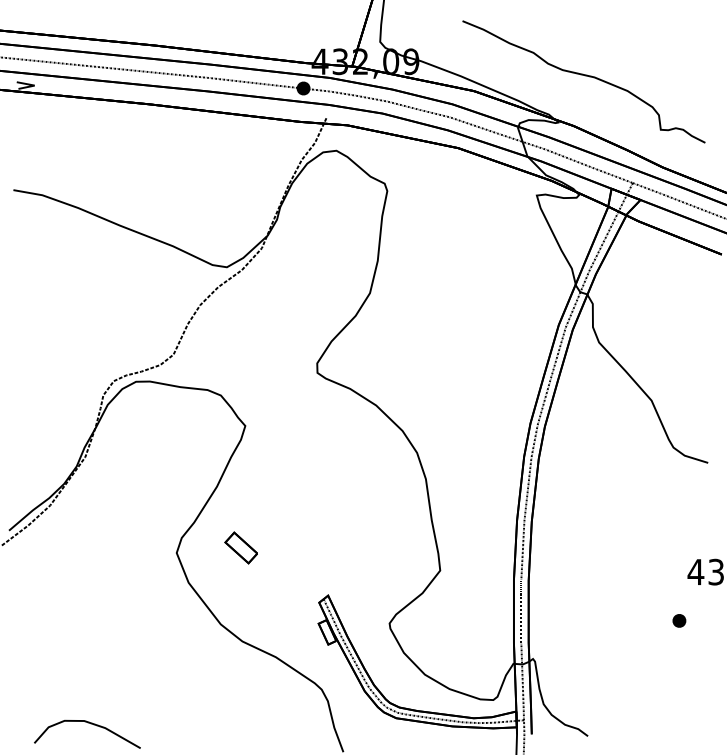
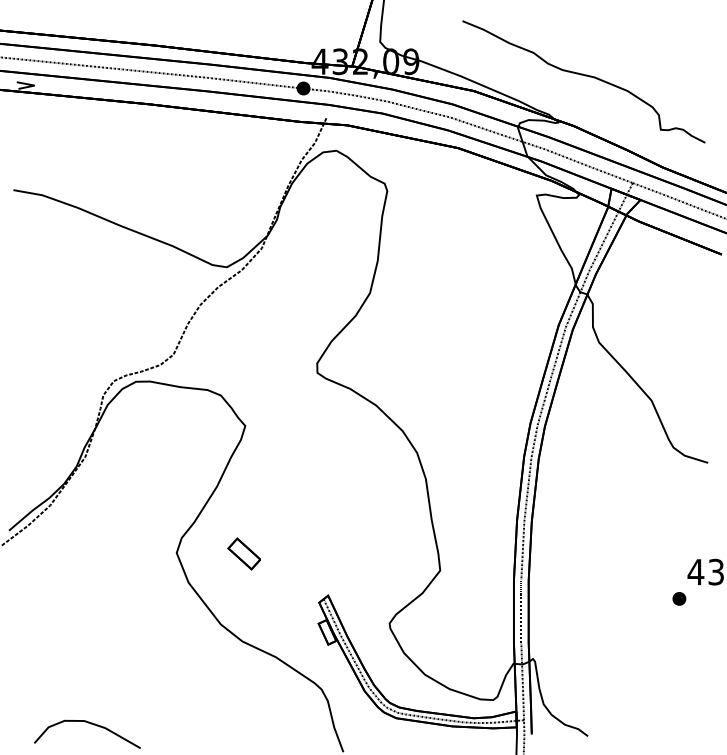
part at (240, 547) position: (240, 547) -> (243, 553)
part at (679, 620) position: (679, 620) -> (679, 598)
